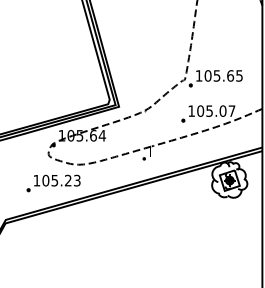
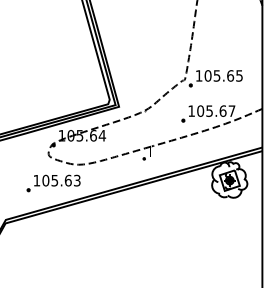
text at (222, 110): 105.07 -> 105.67
text at (67, 180): 105.23 -> 105.63
